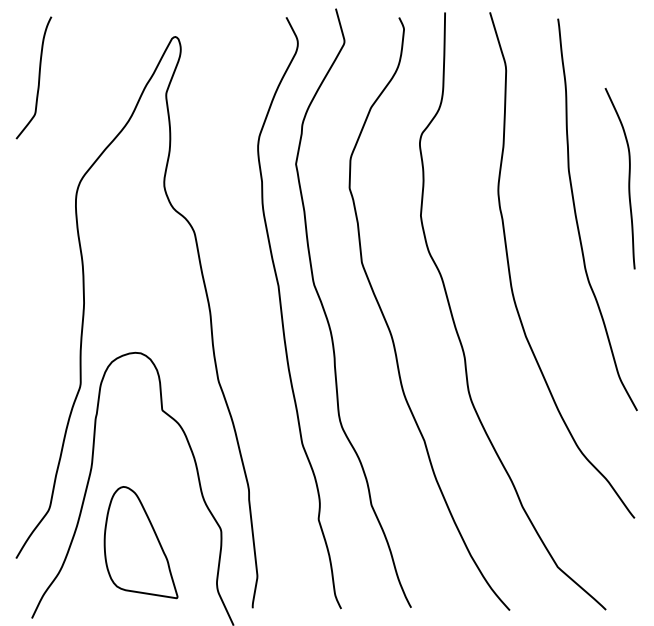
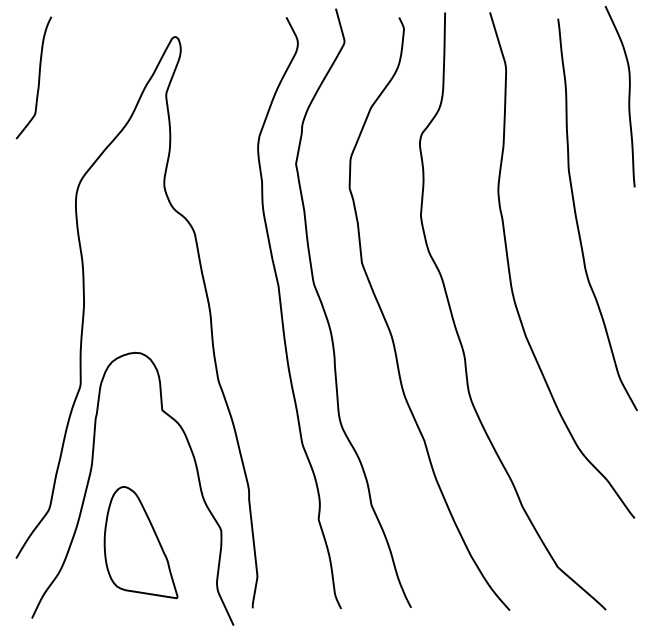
curve at (628, 178) position: (628, 178) -> (628, 96)
